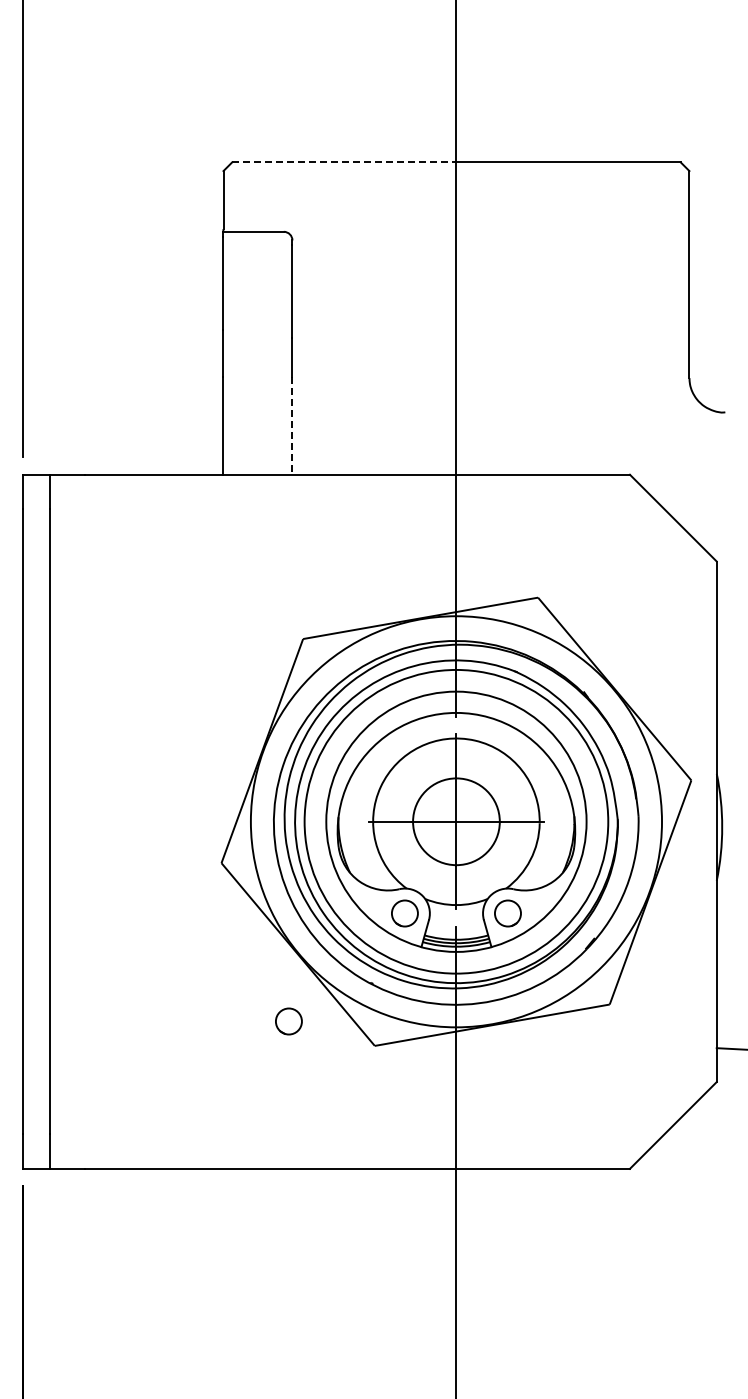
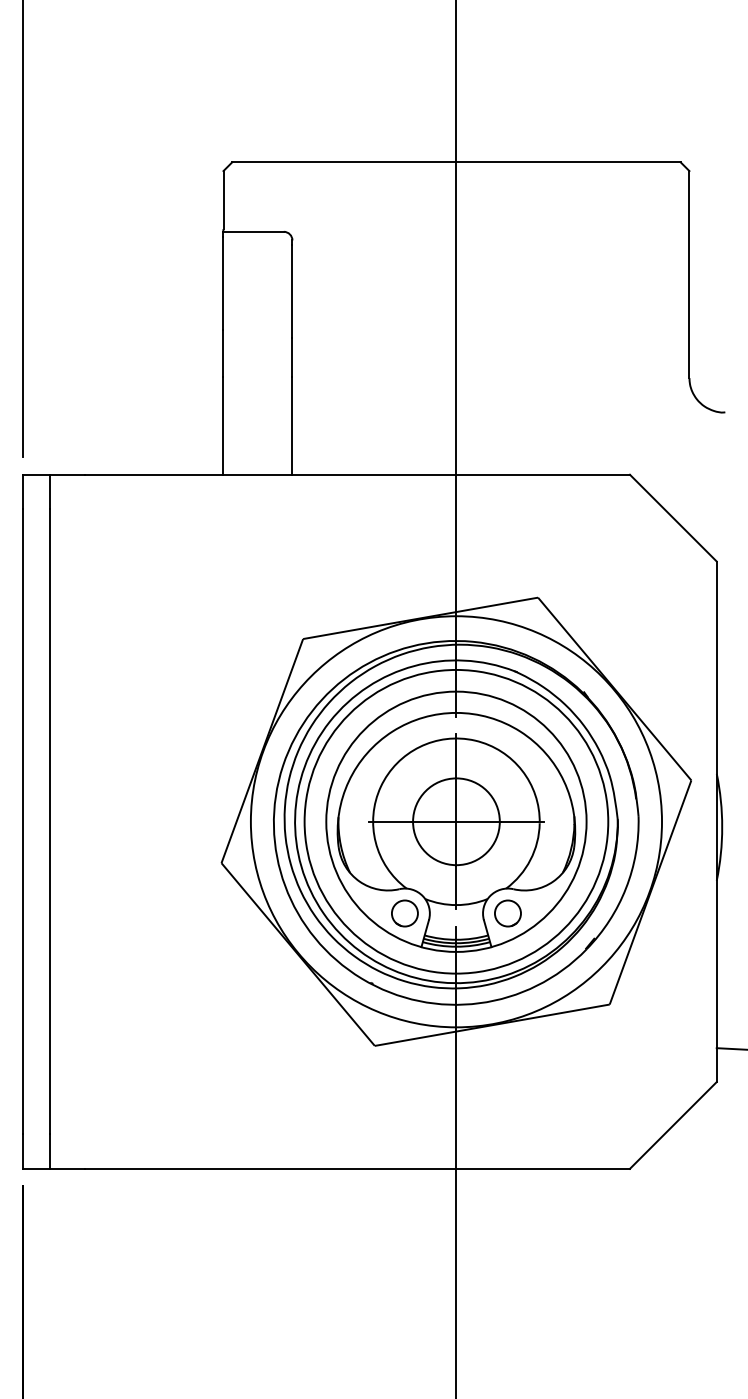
line at (344, 162): dashed -> solid
line at (292, 426): dashed -> solid
circle at (288, 1021): present -> none
